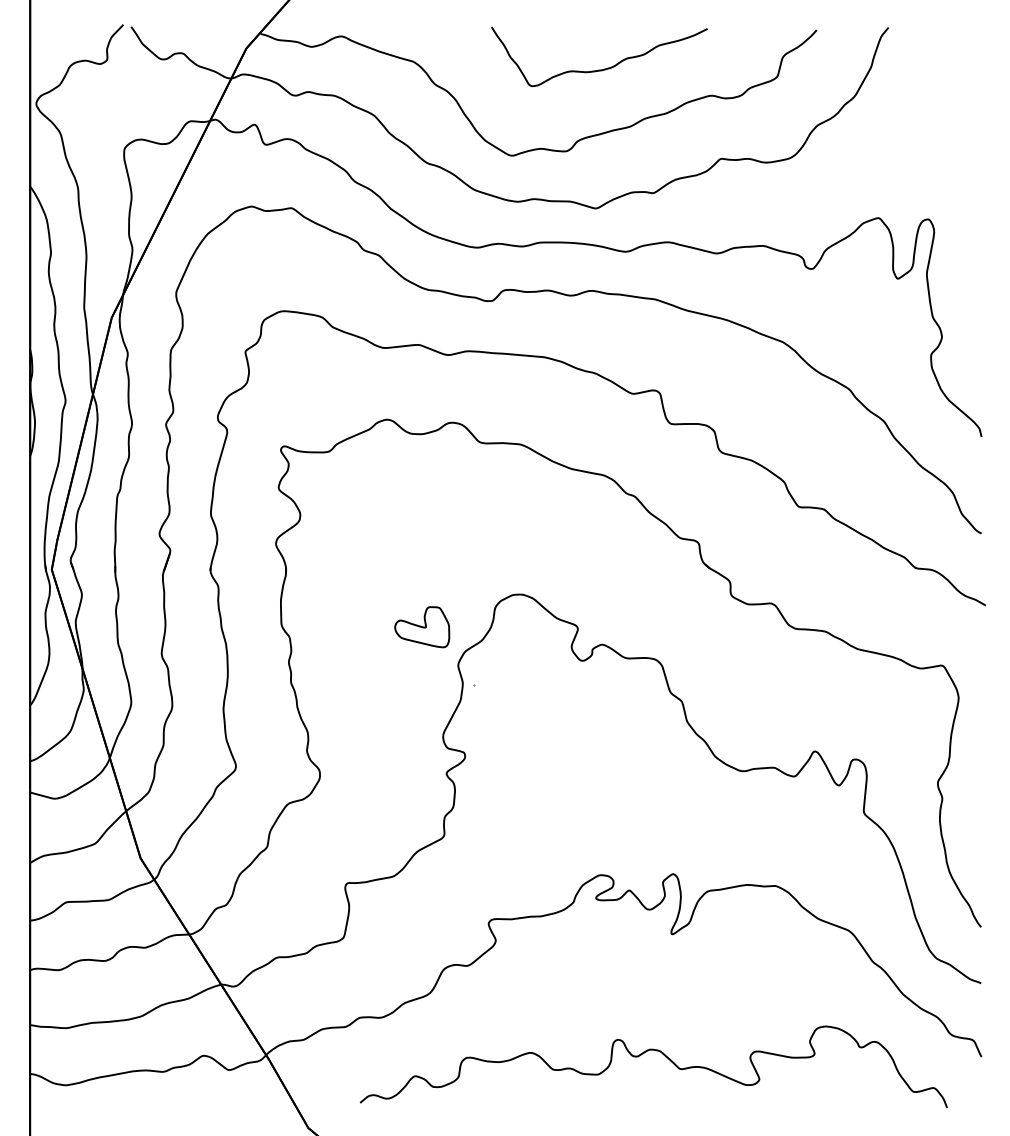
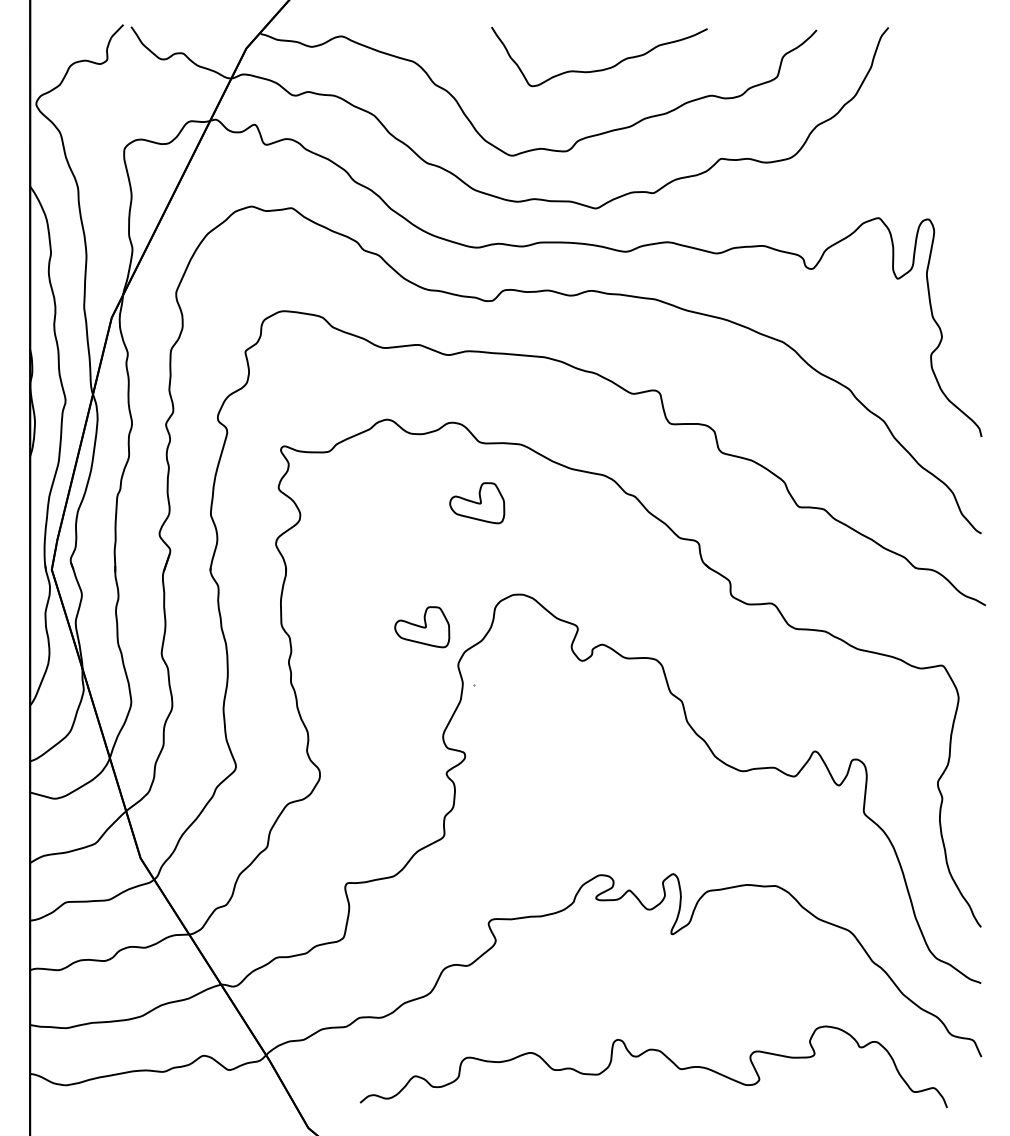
part at (477, 503): none -> present
